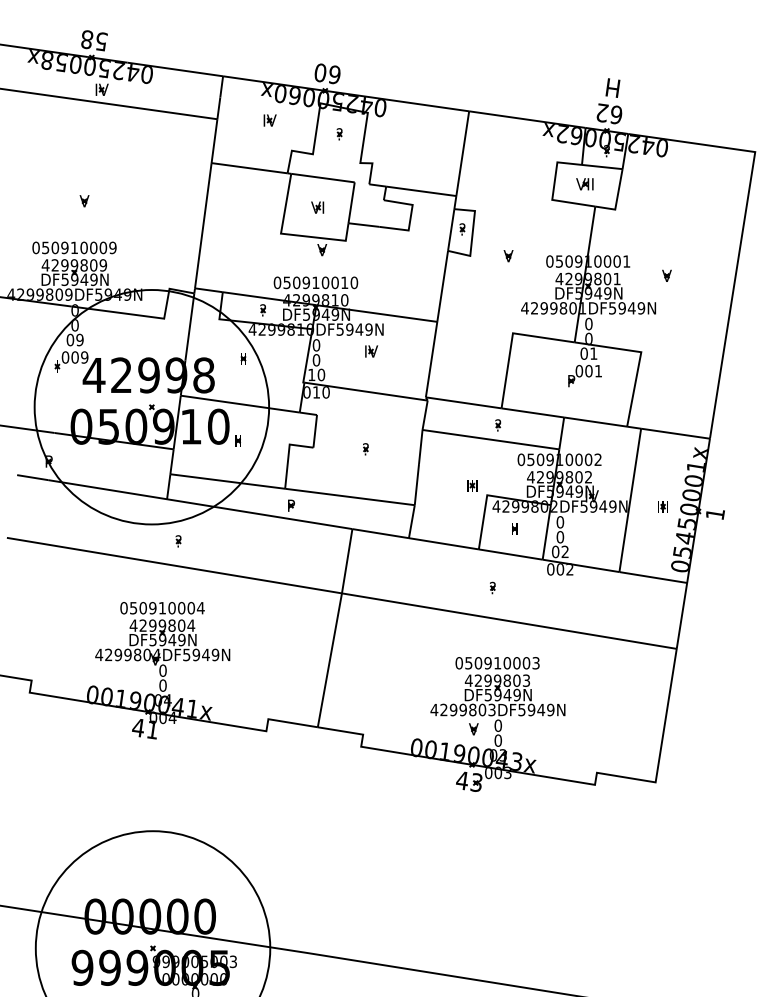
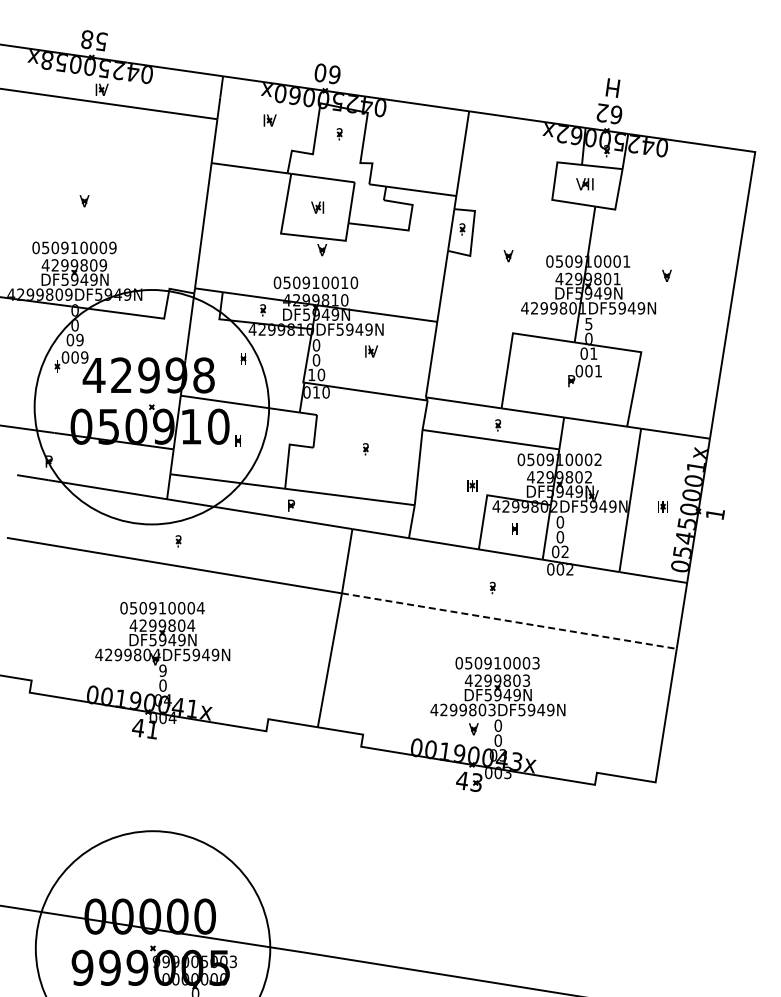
text at (588, 323): 0 -> 5
line at (509, 621): solid -> dashed
text at (162, 670): 0 -> 9
